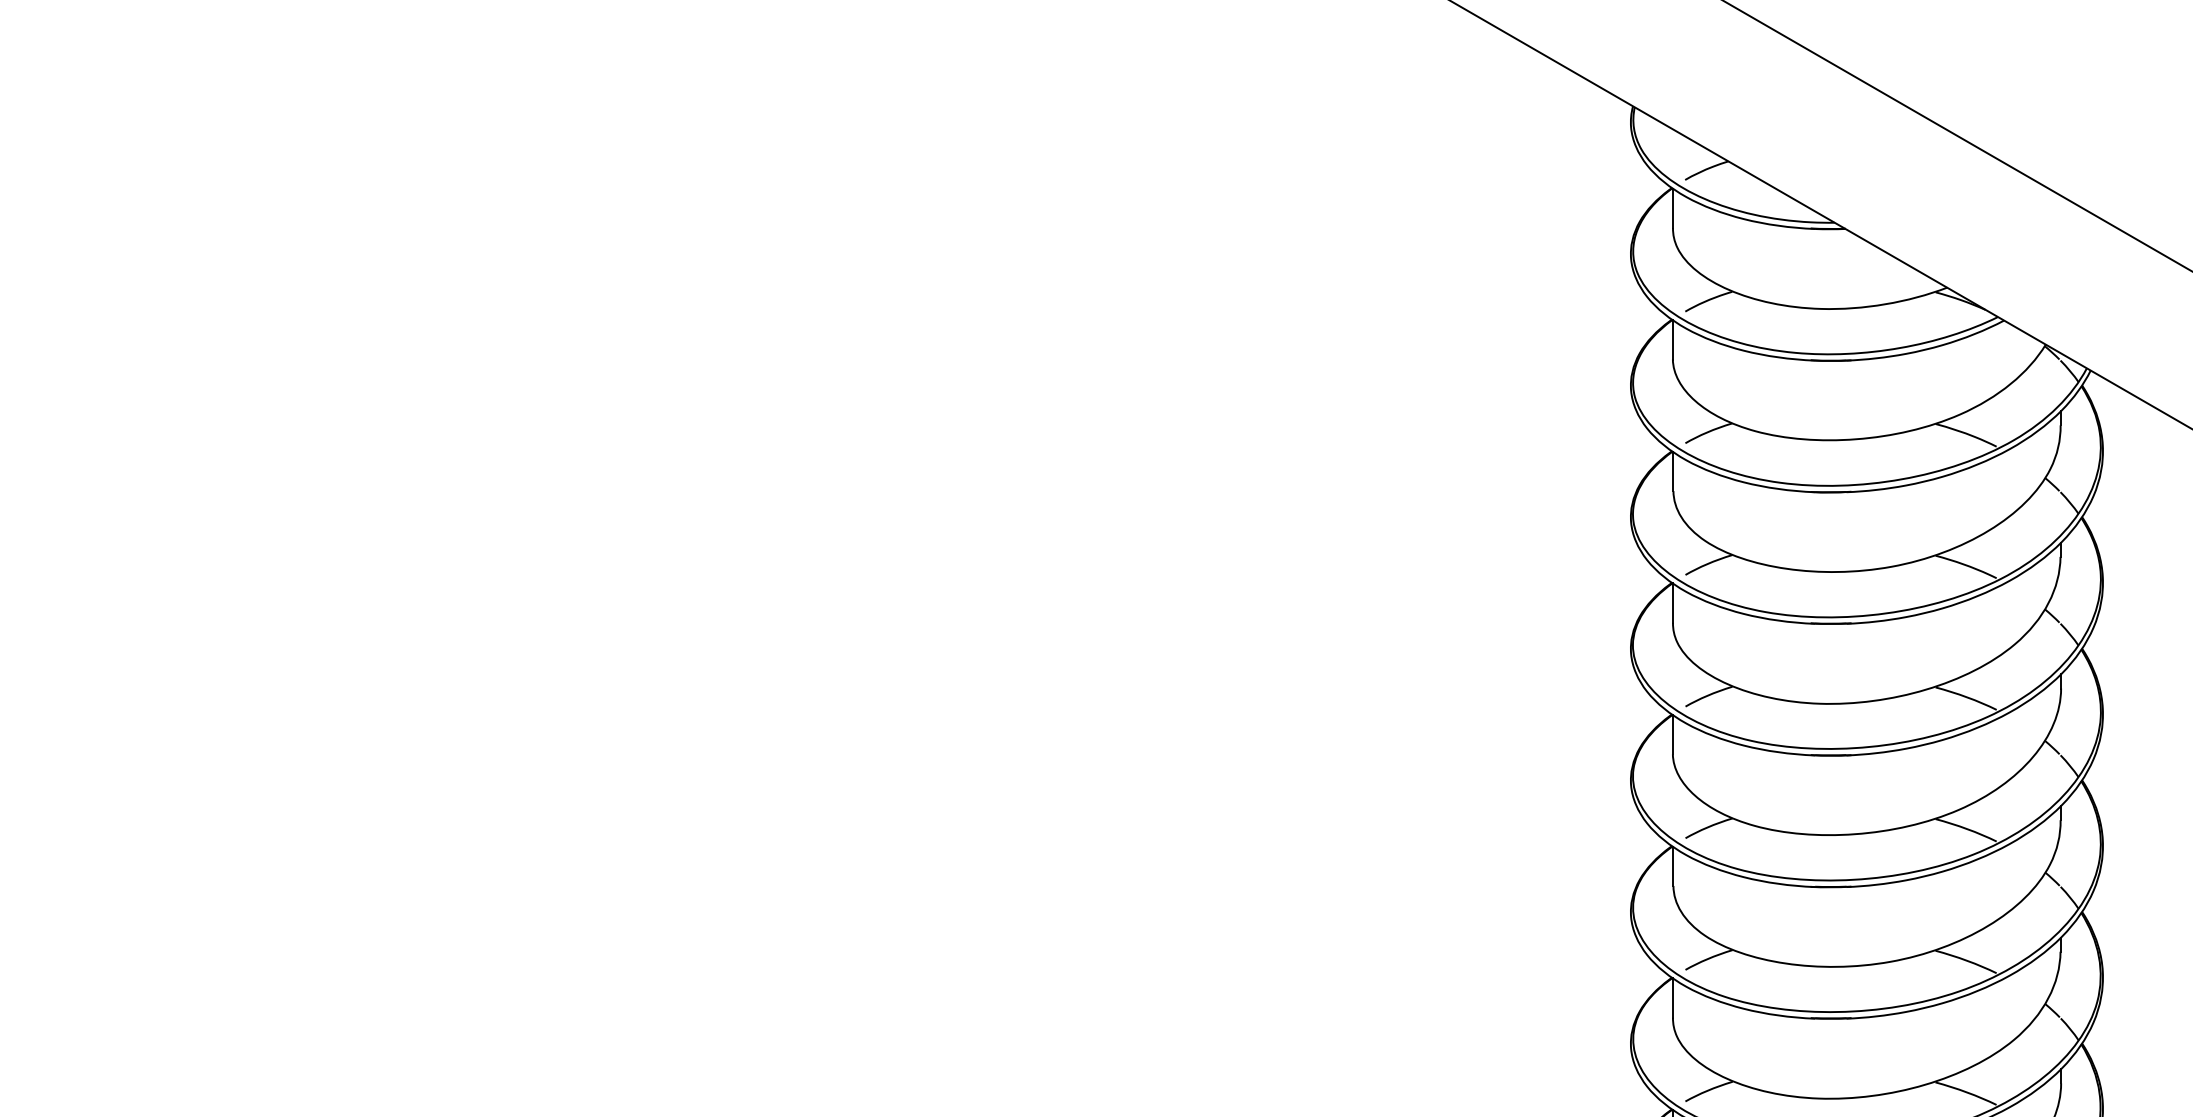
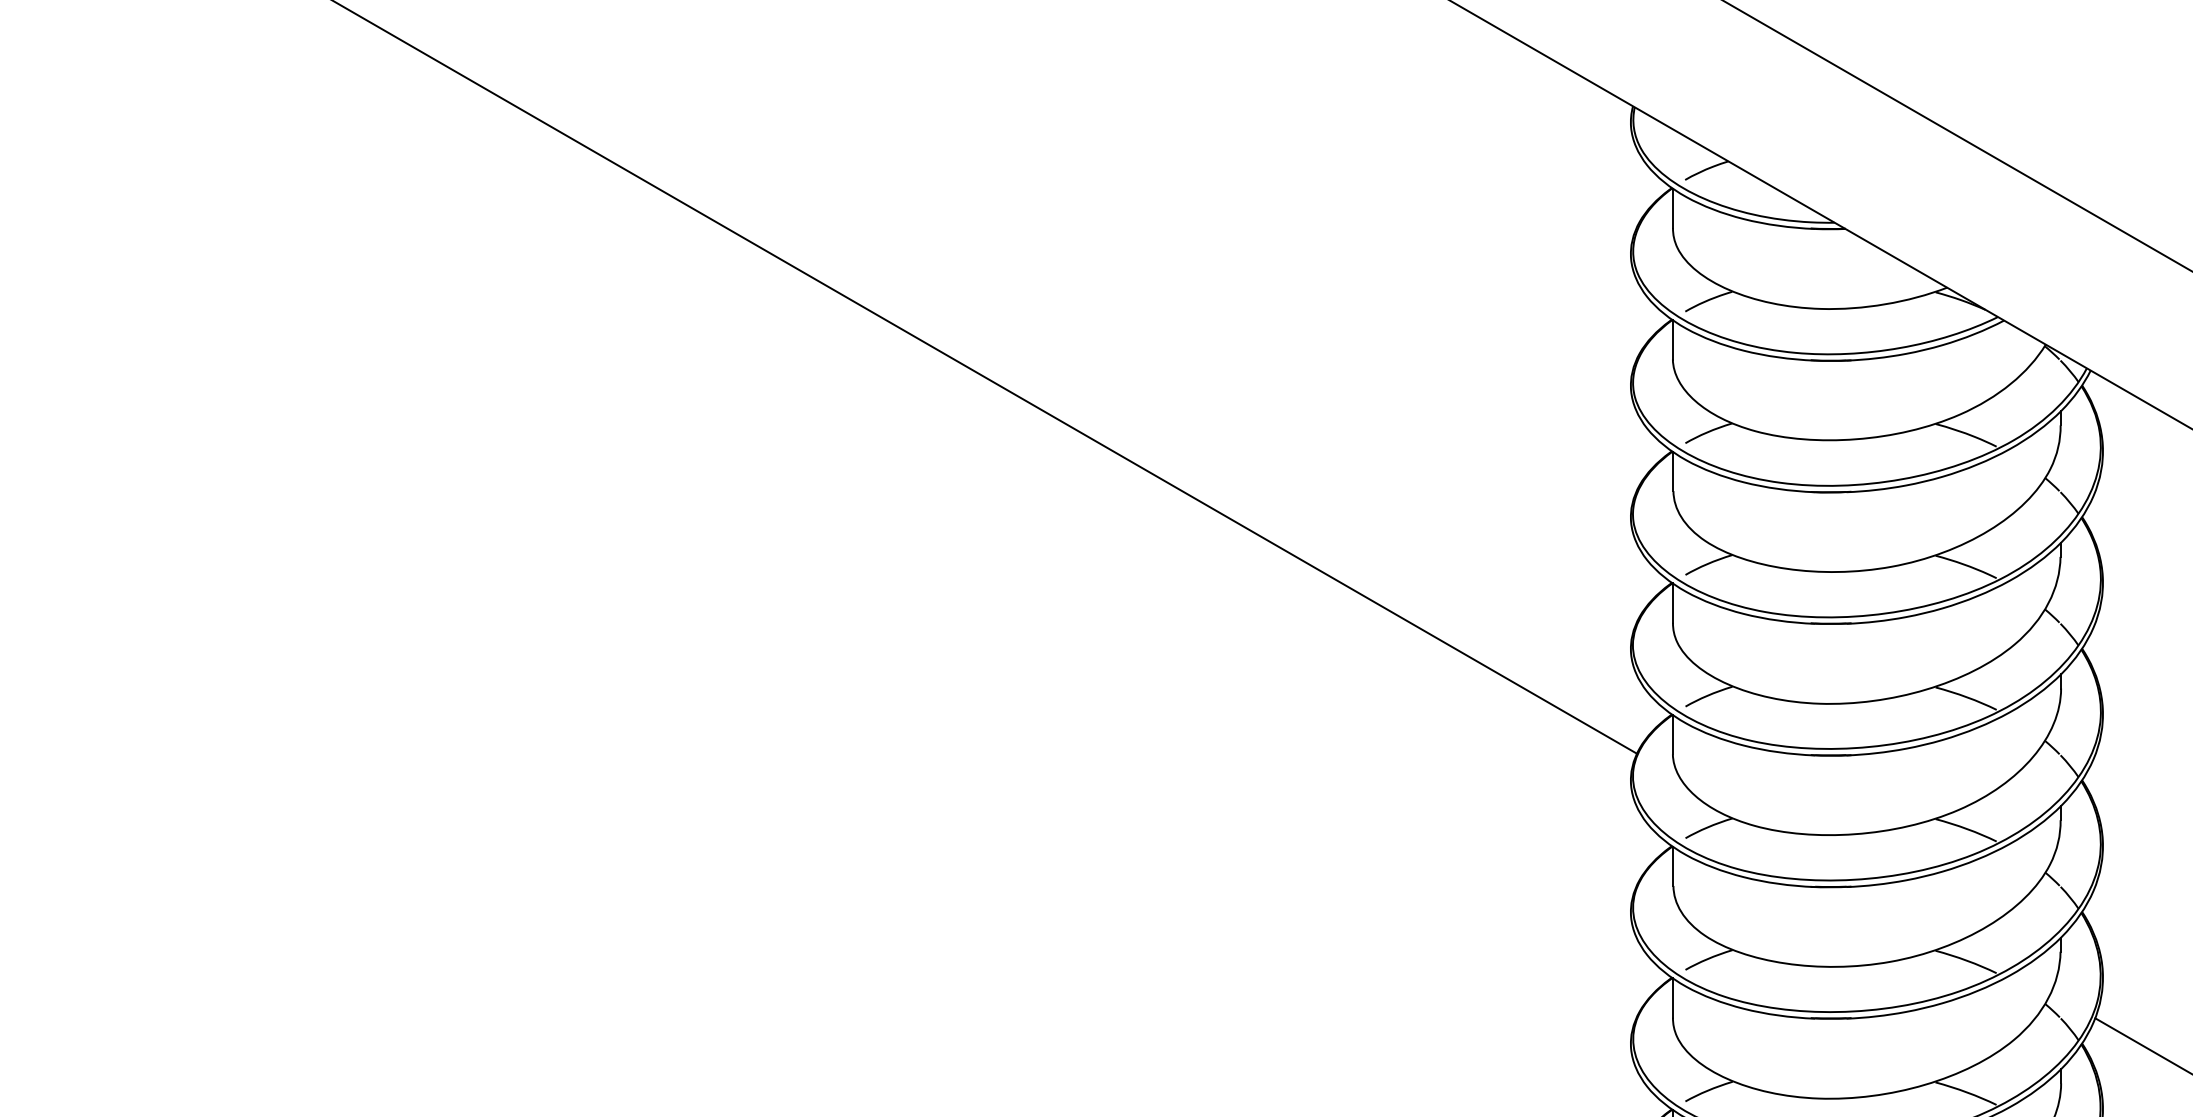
line at (985, 377): none -> present
line at (2142, 1045): none -> present
